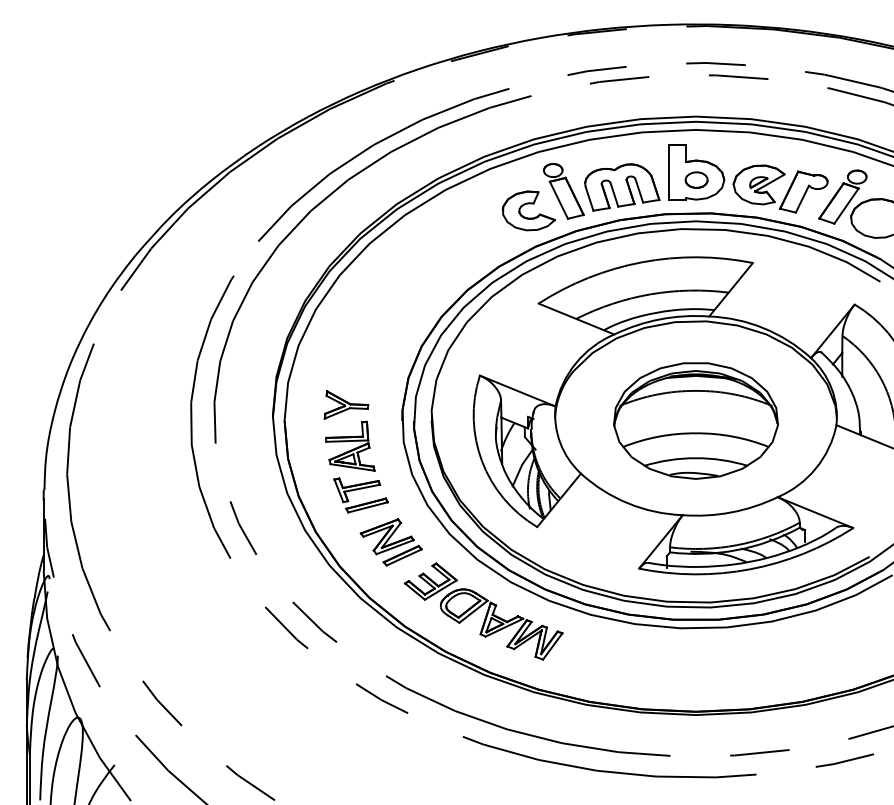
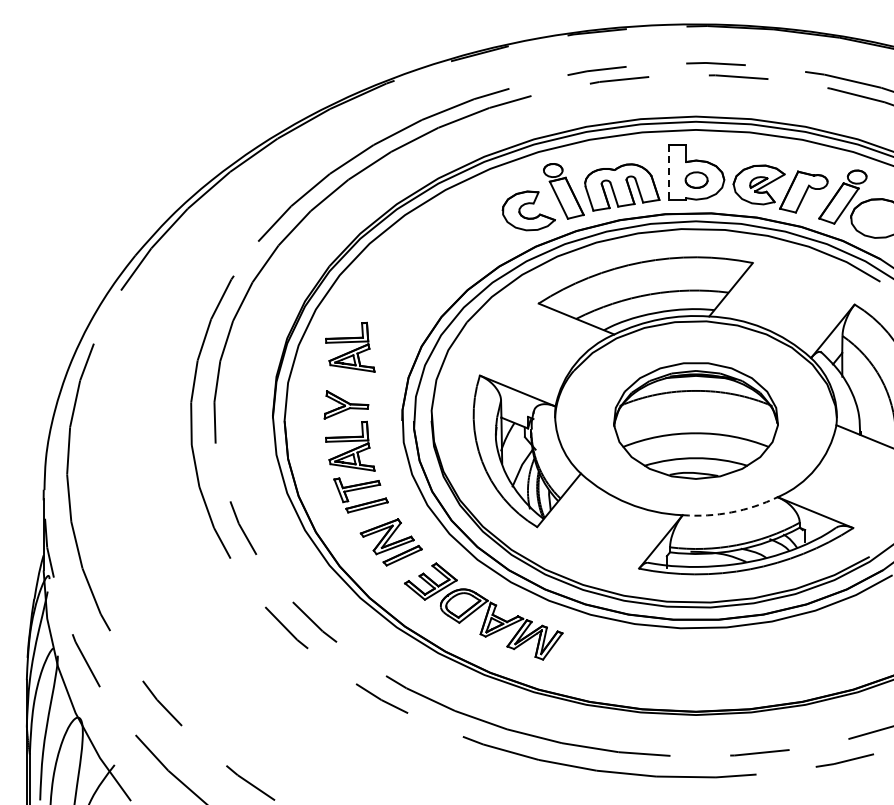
line at (668, 172): solid -> dashed
part at (350, 346): none -> present
arc at (731, 512): solid -> dashed
